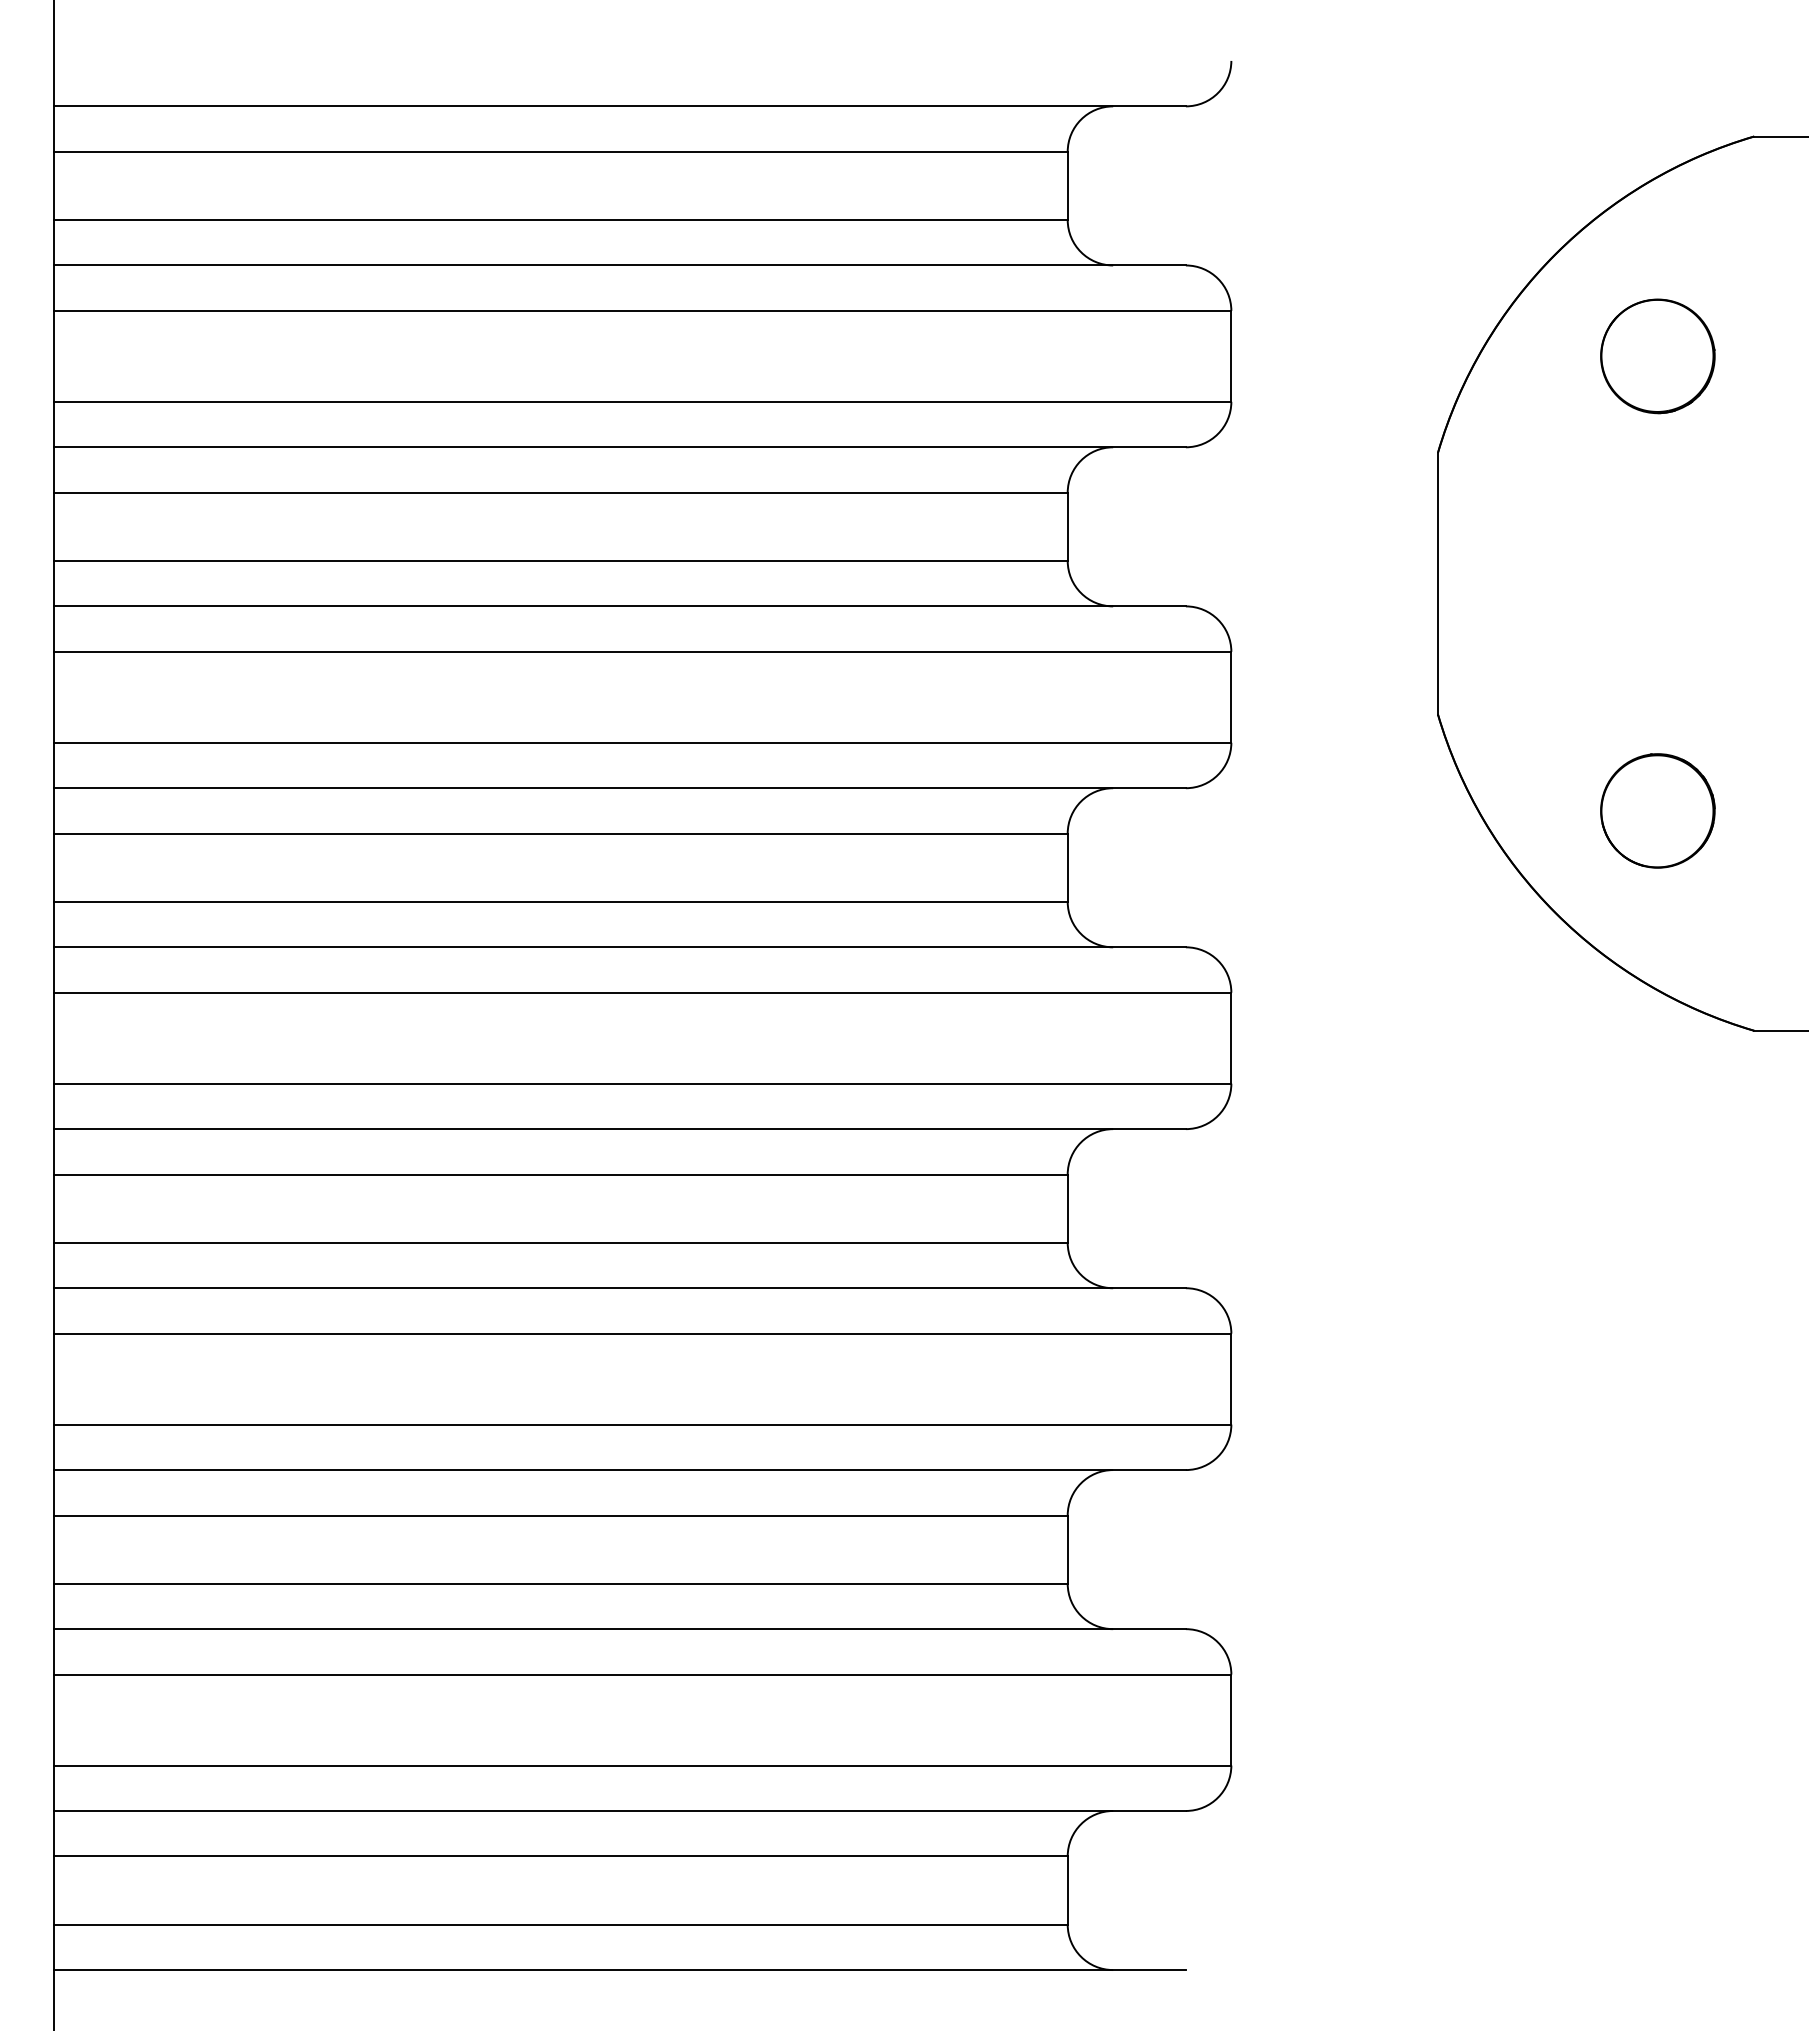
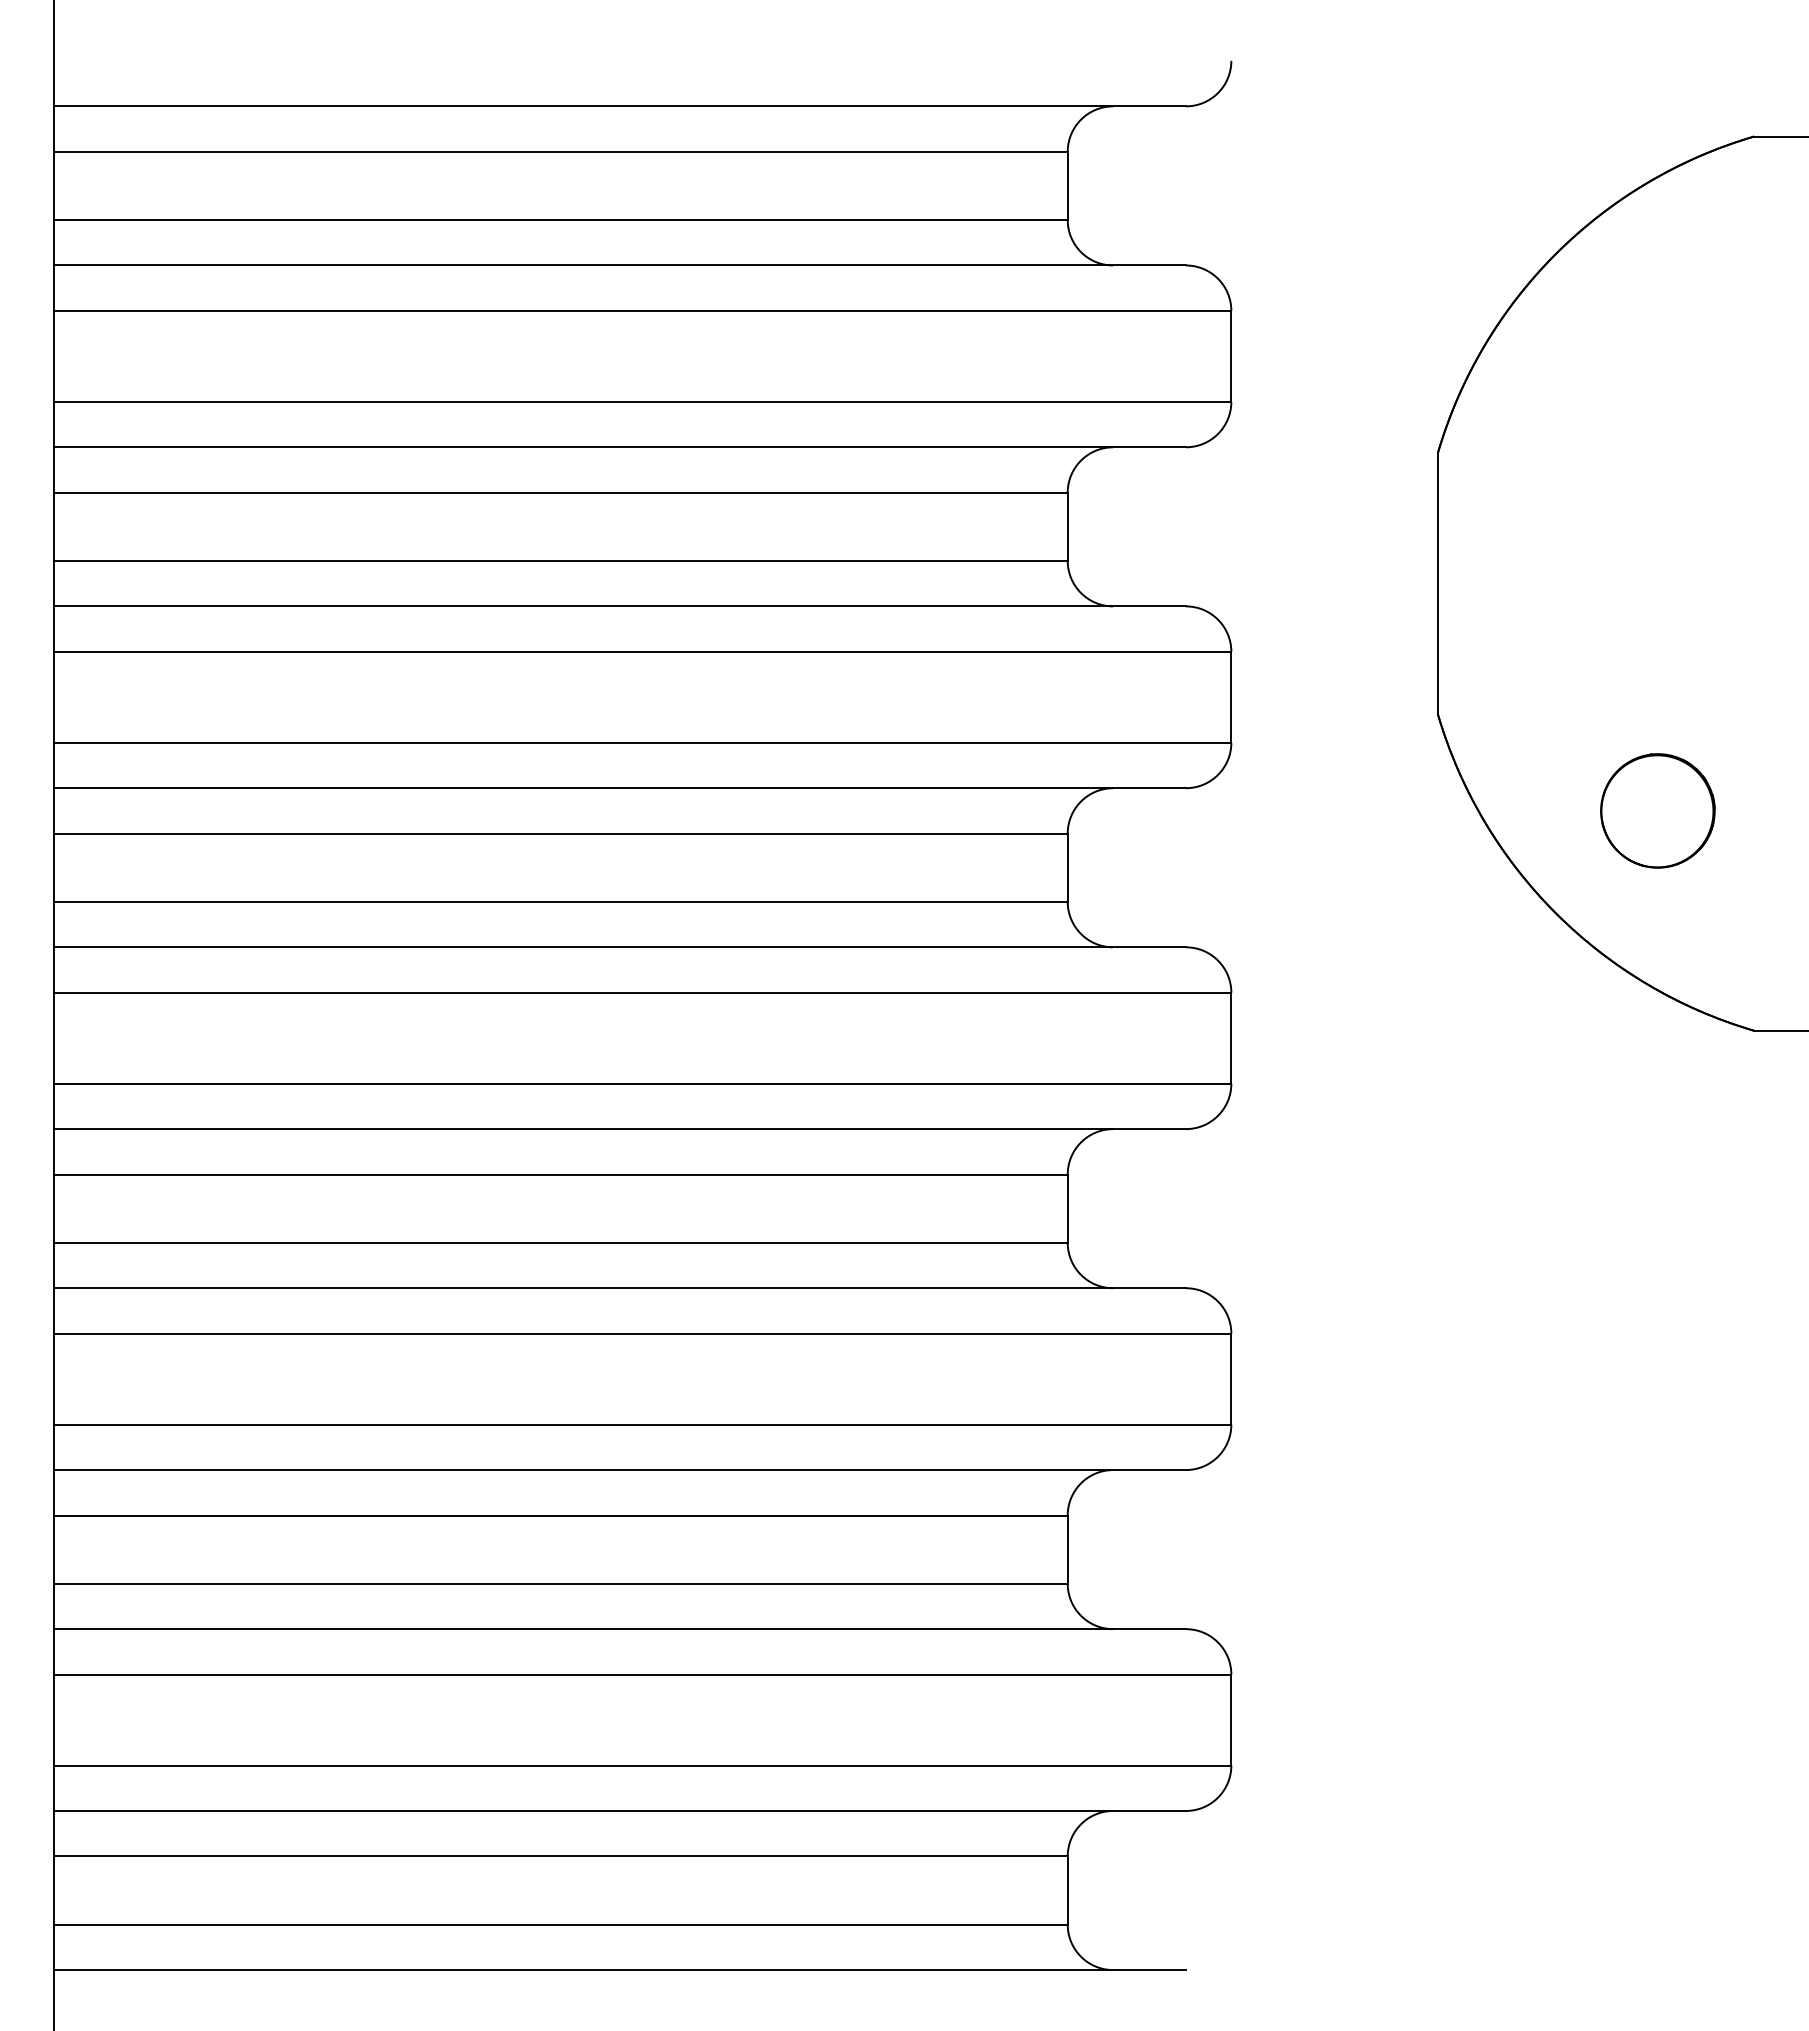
part at (1657, 356): present -> none
